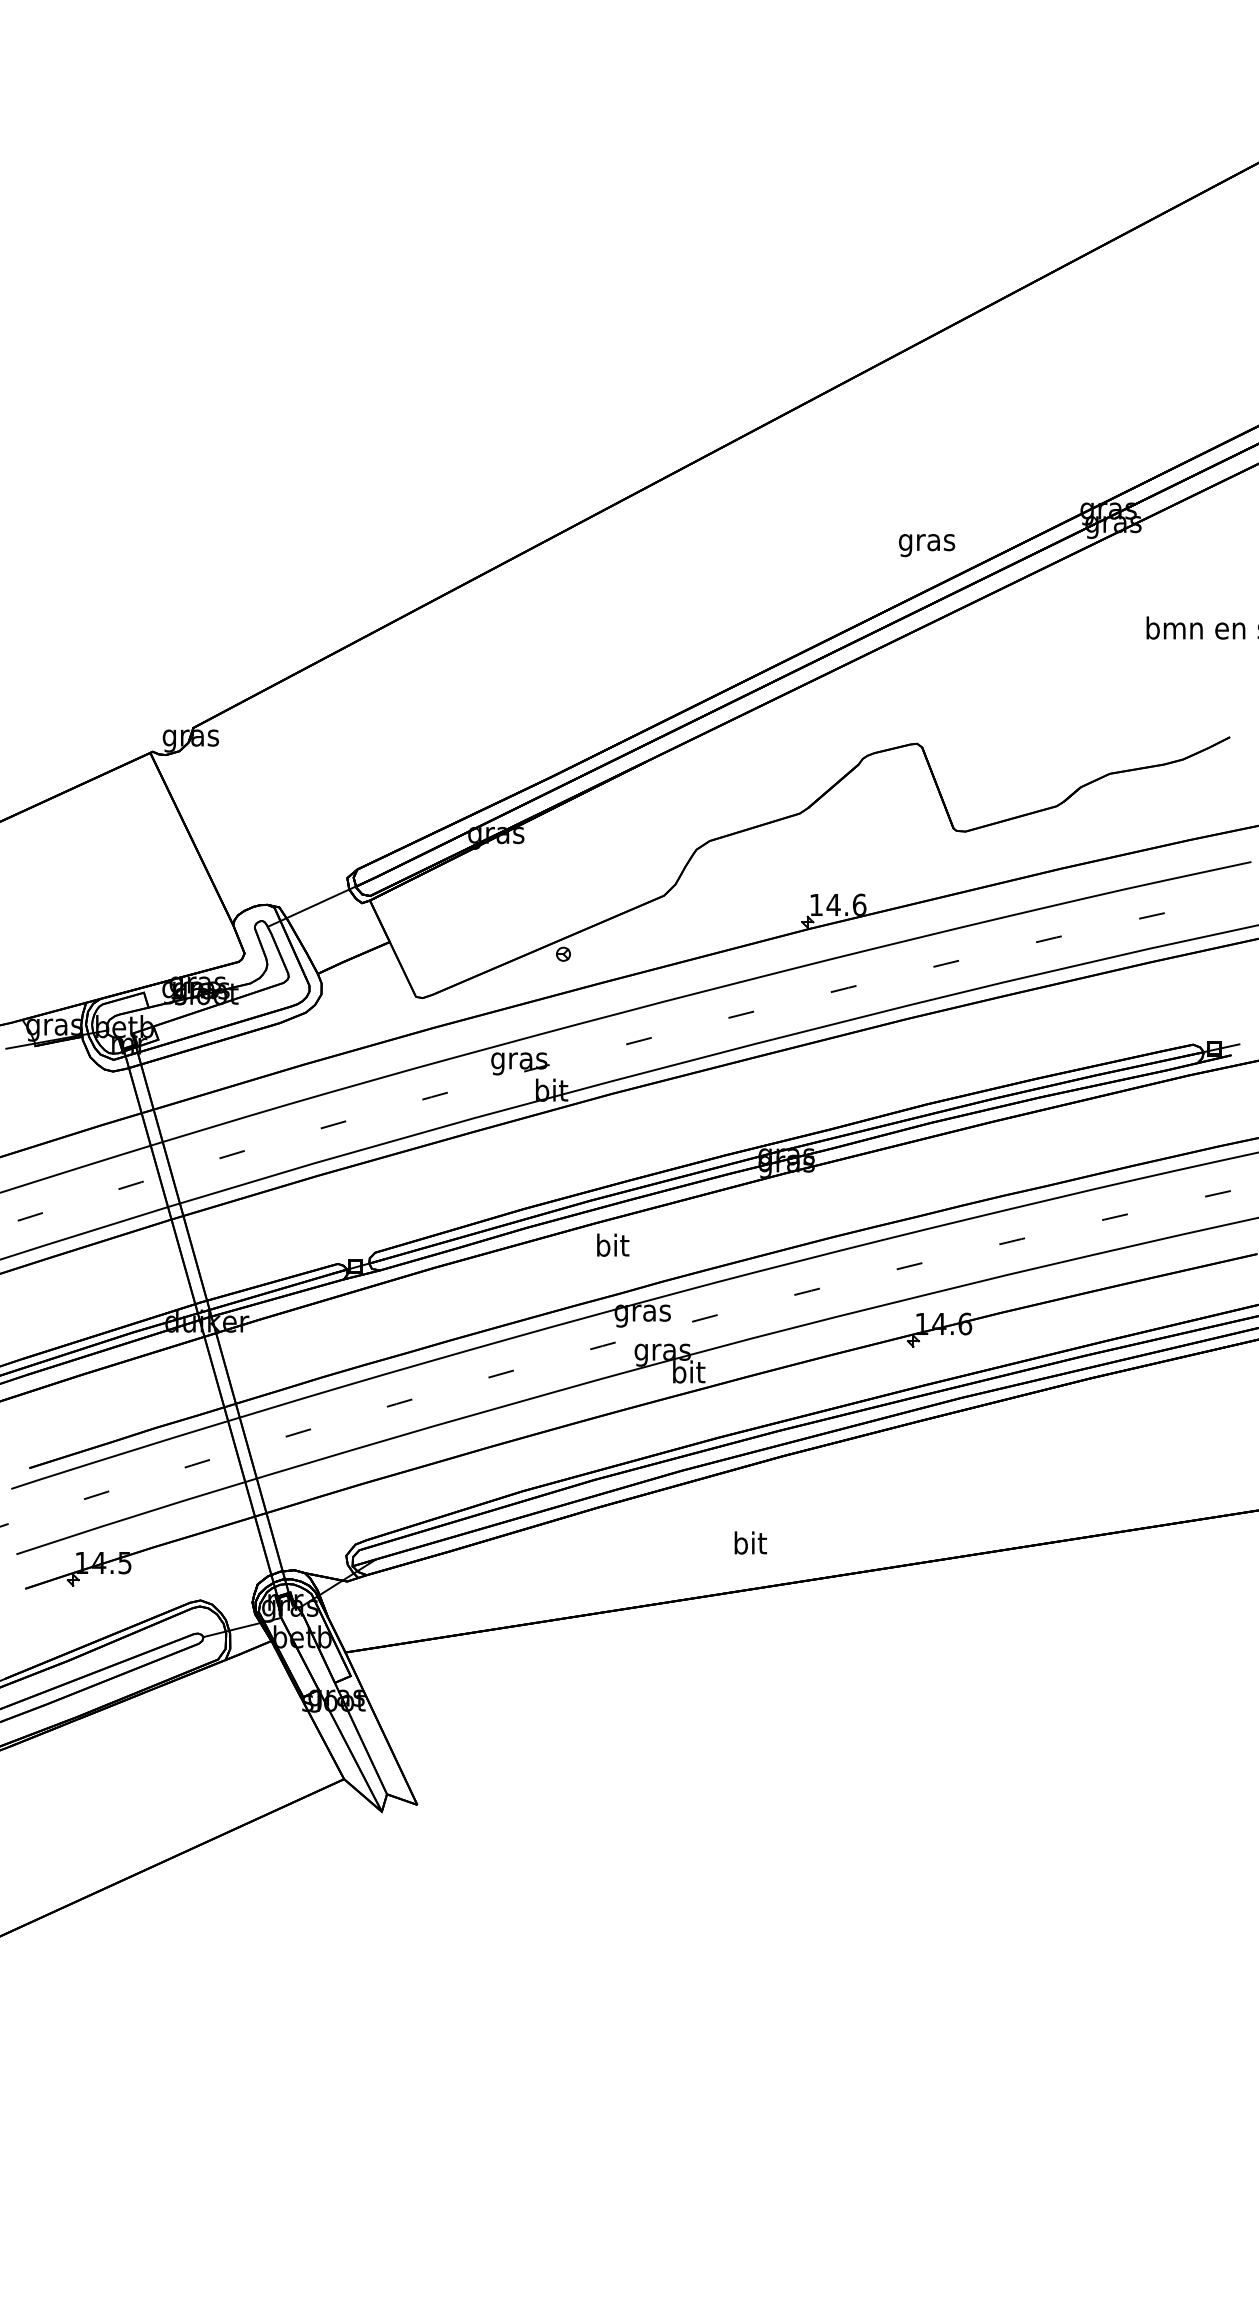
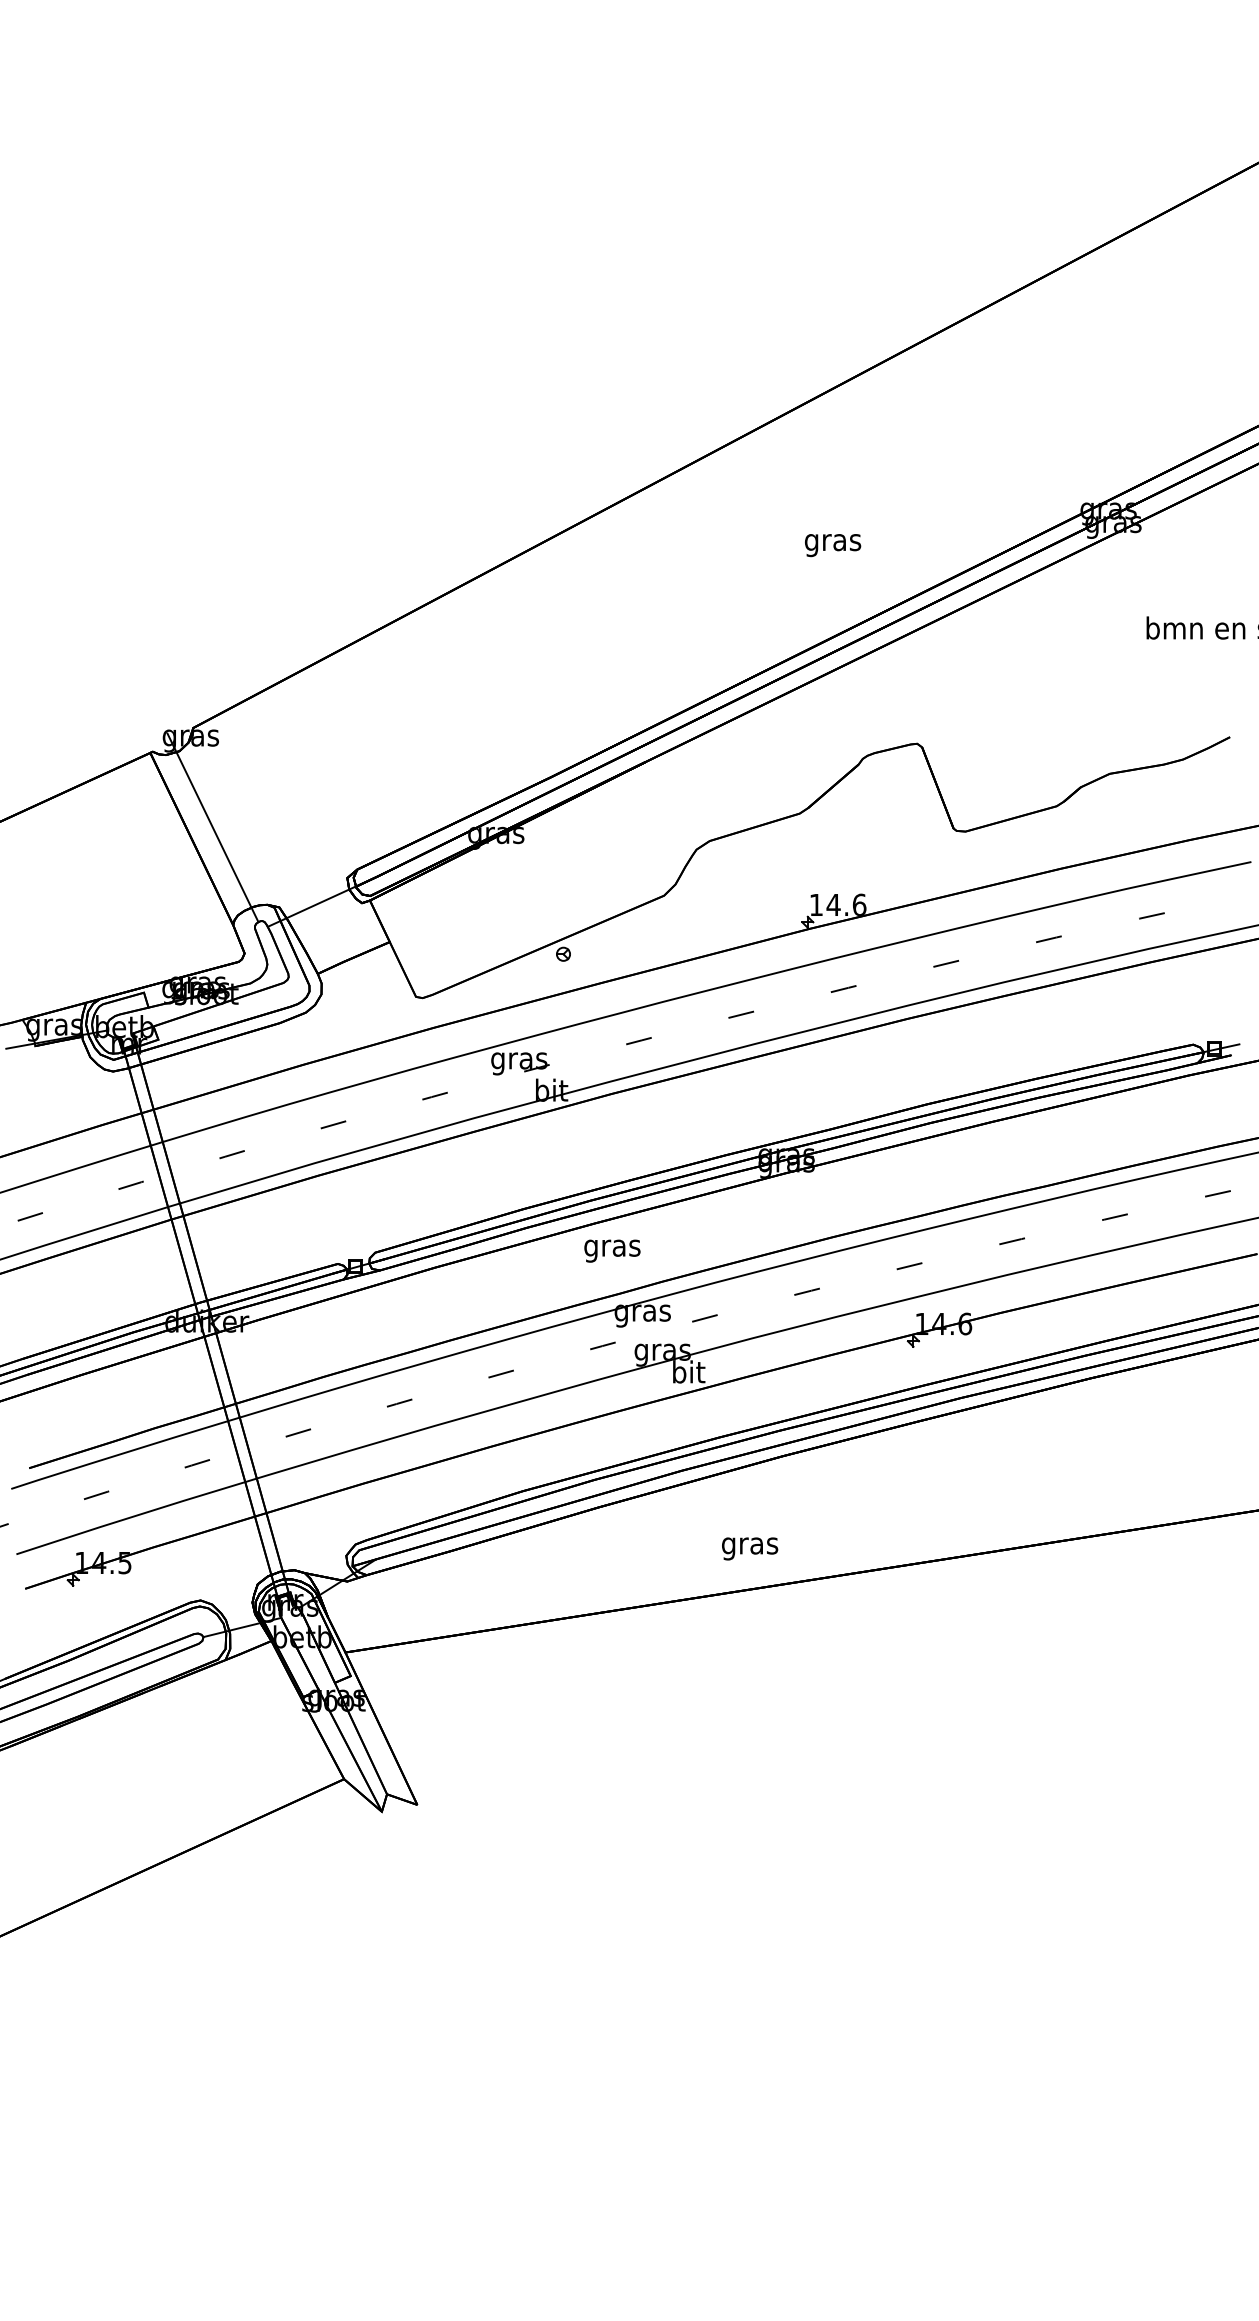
text at (927, 545) position: (927, 545) -> (833, 545)
line at (212, 827): none -> present
text at (612, 1247): bit -> gras
text at (750, 1545): bit -> gras
